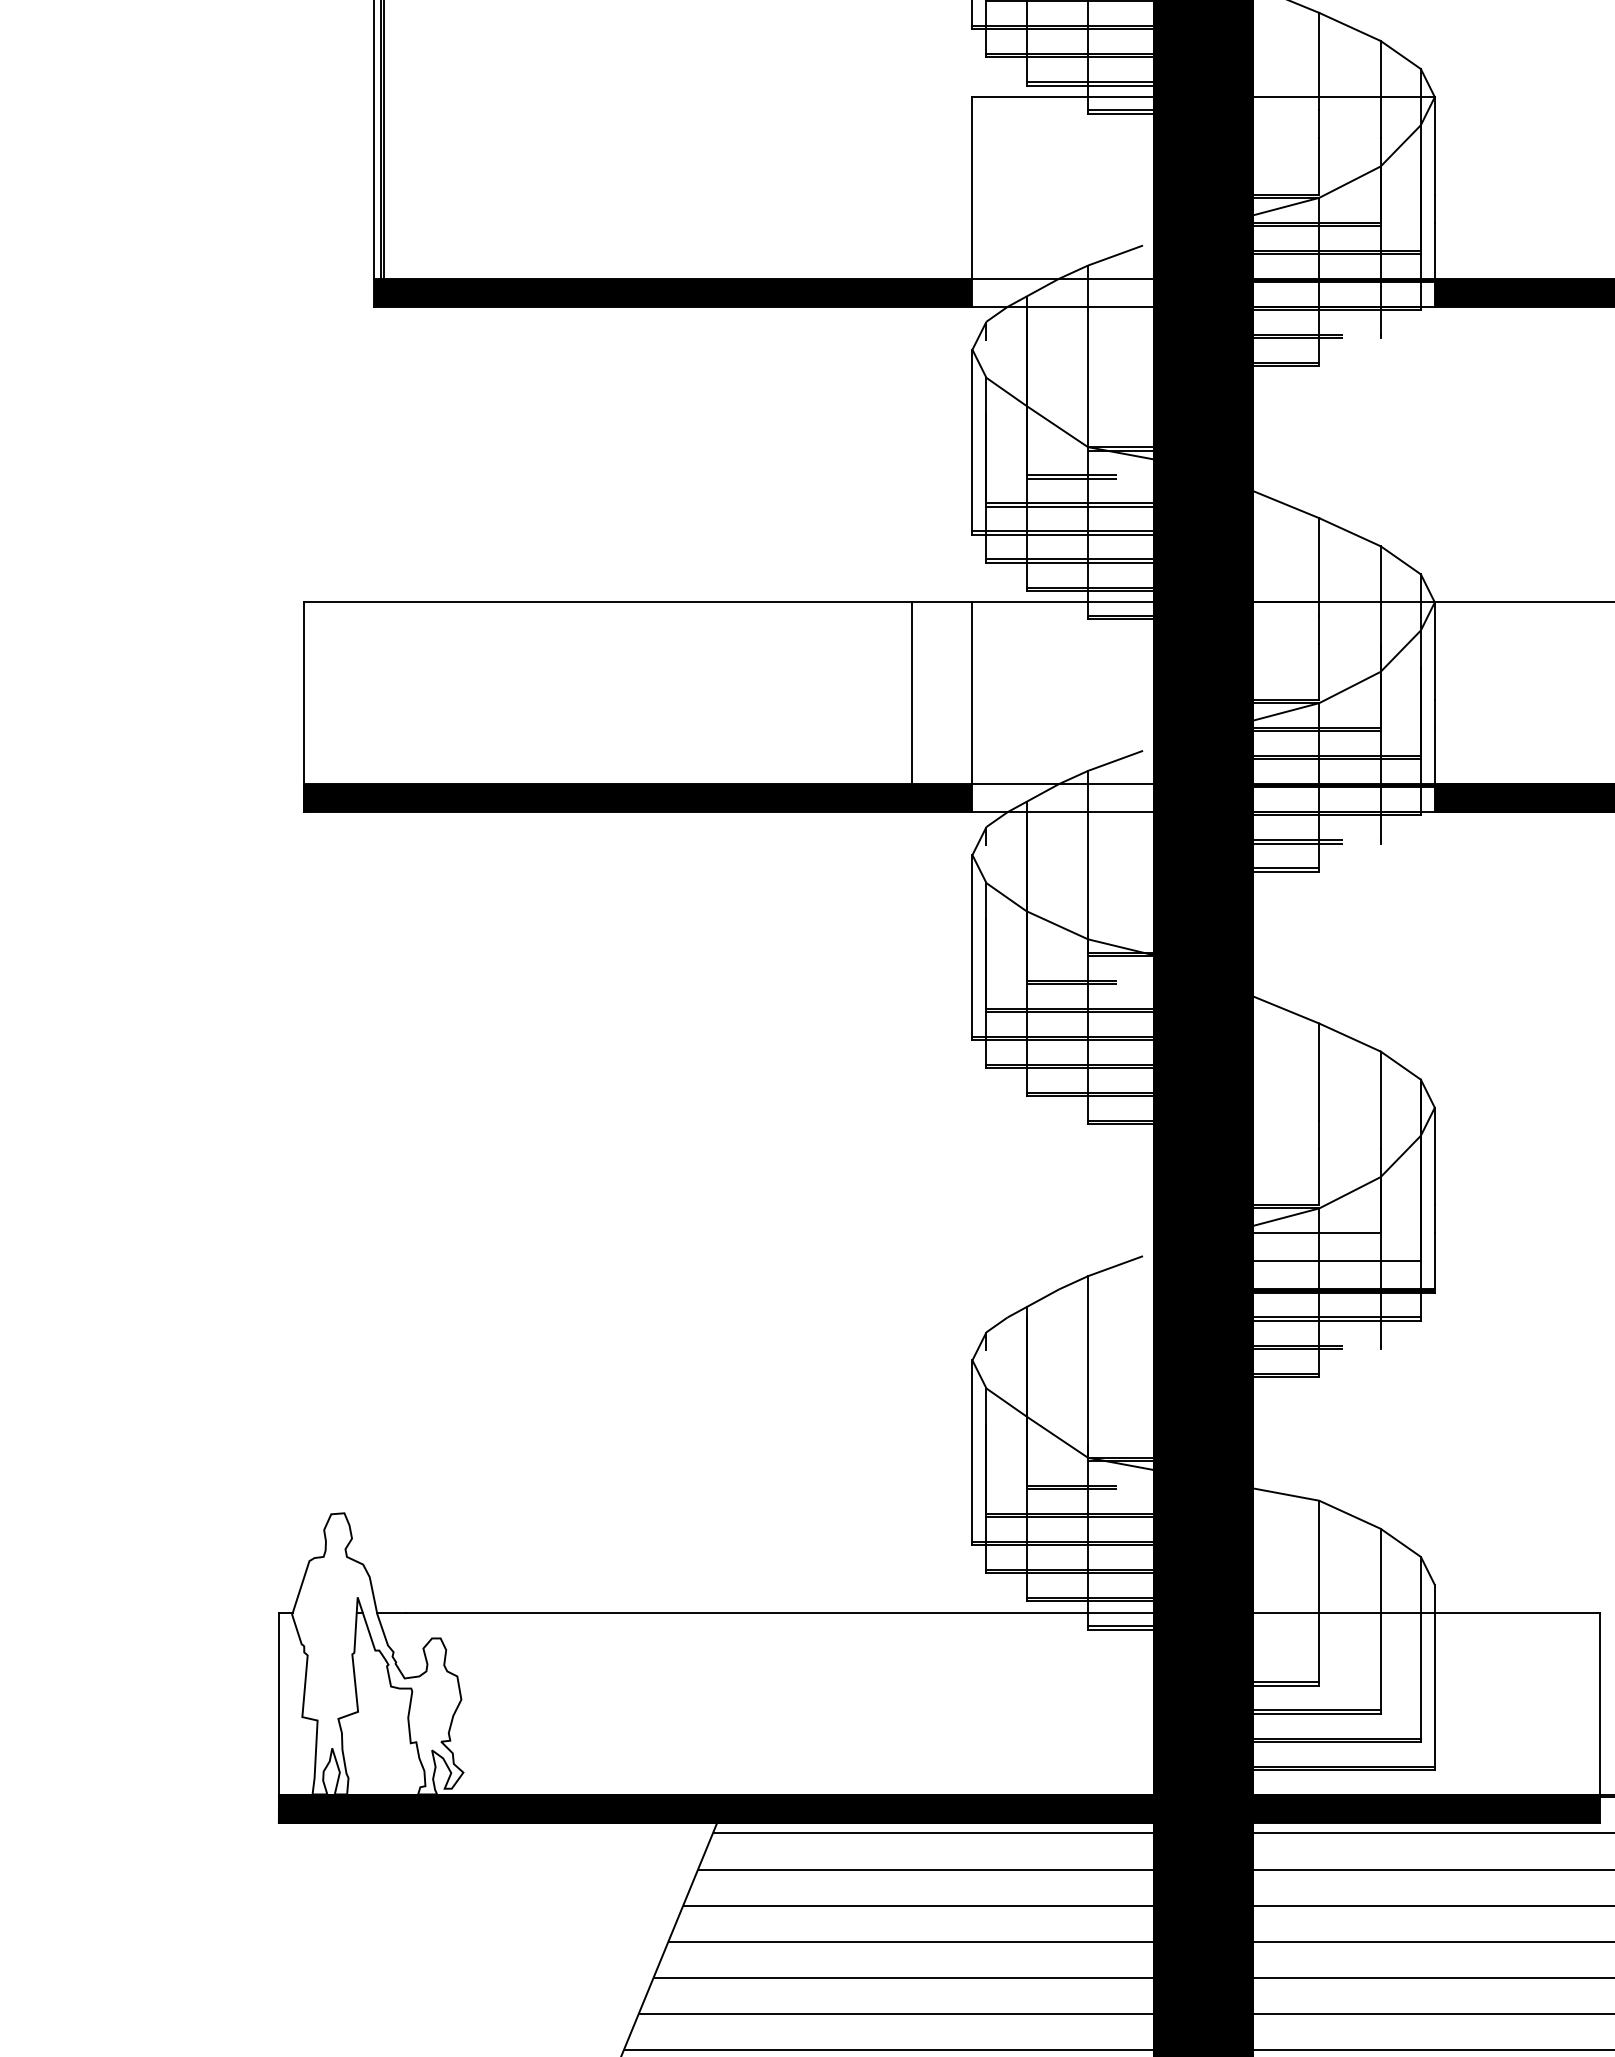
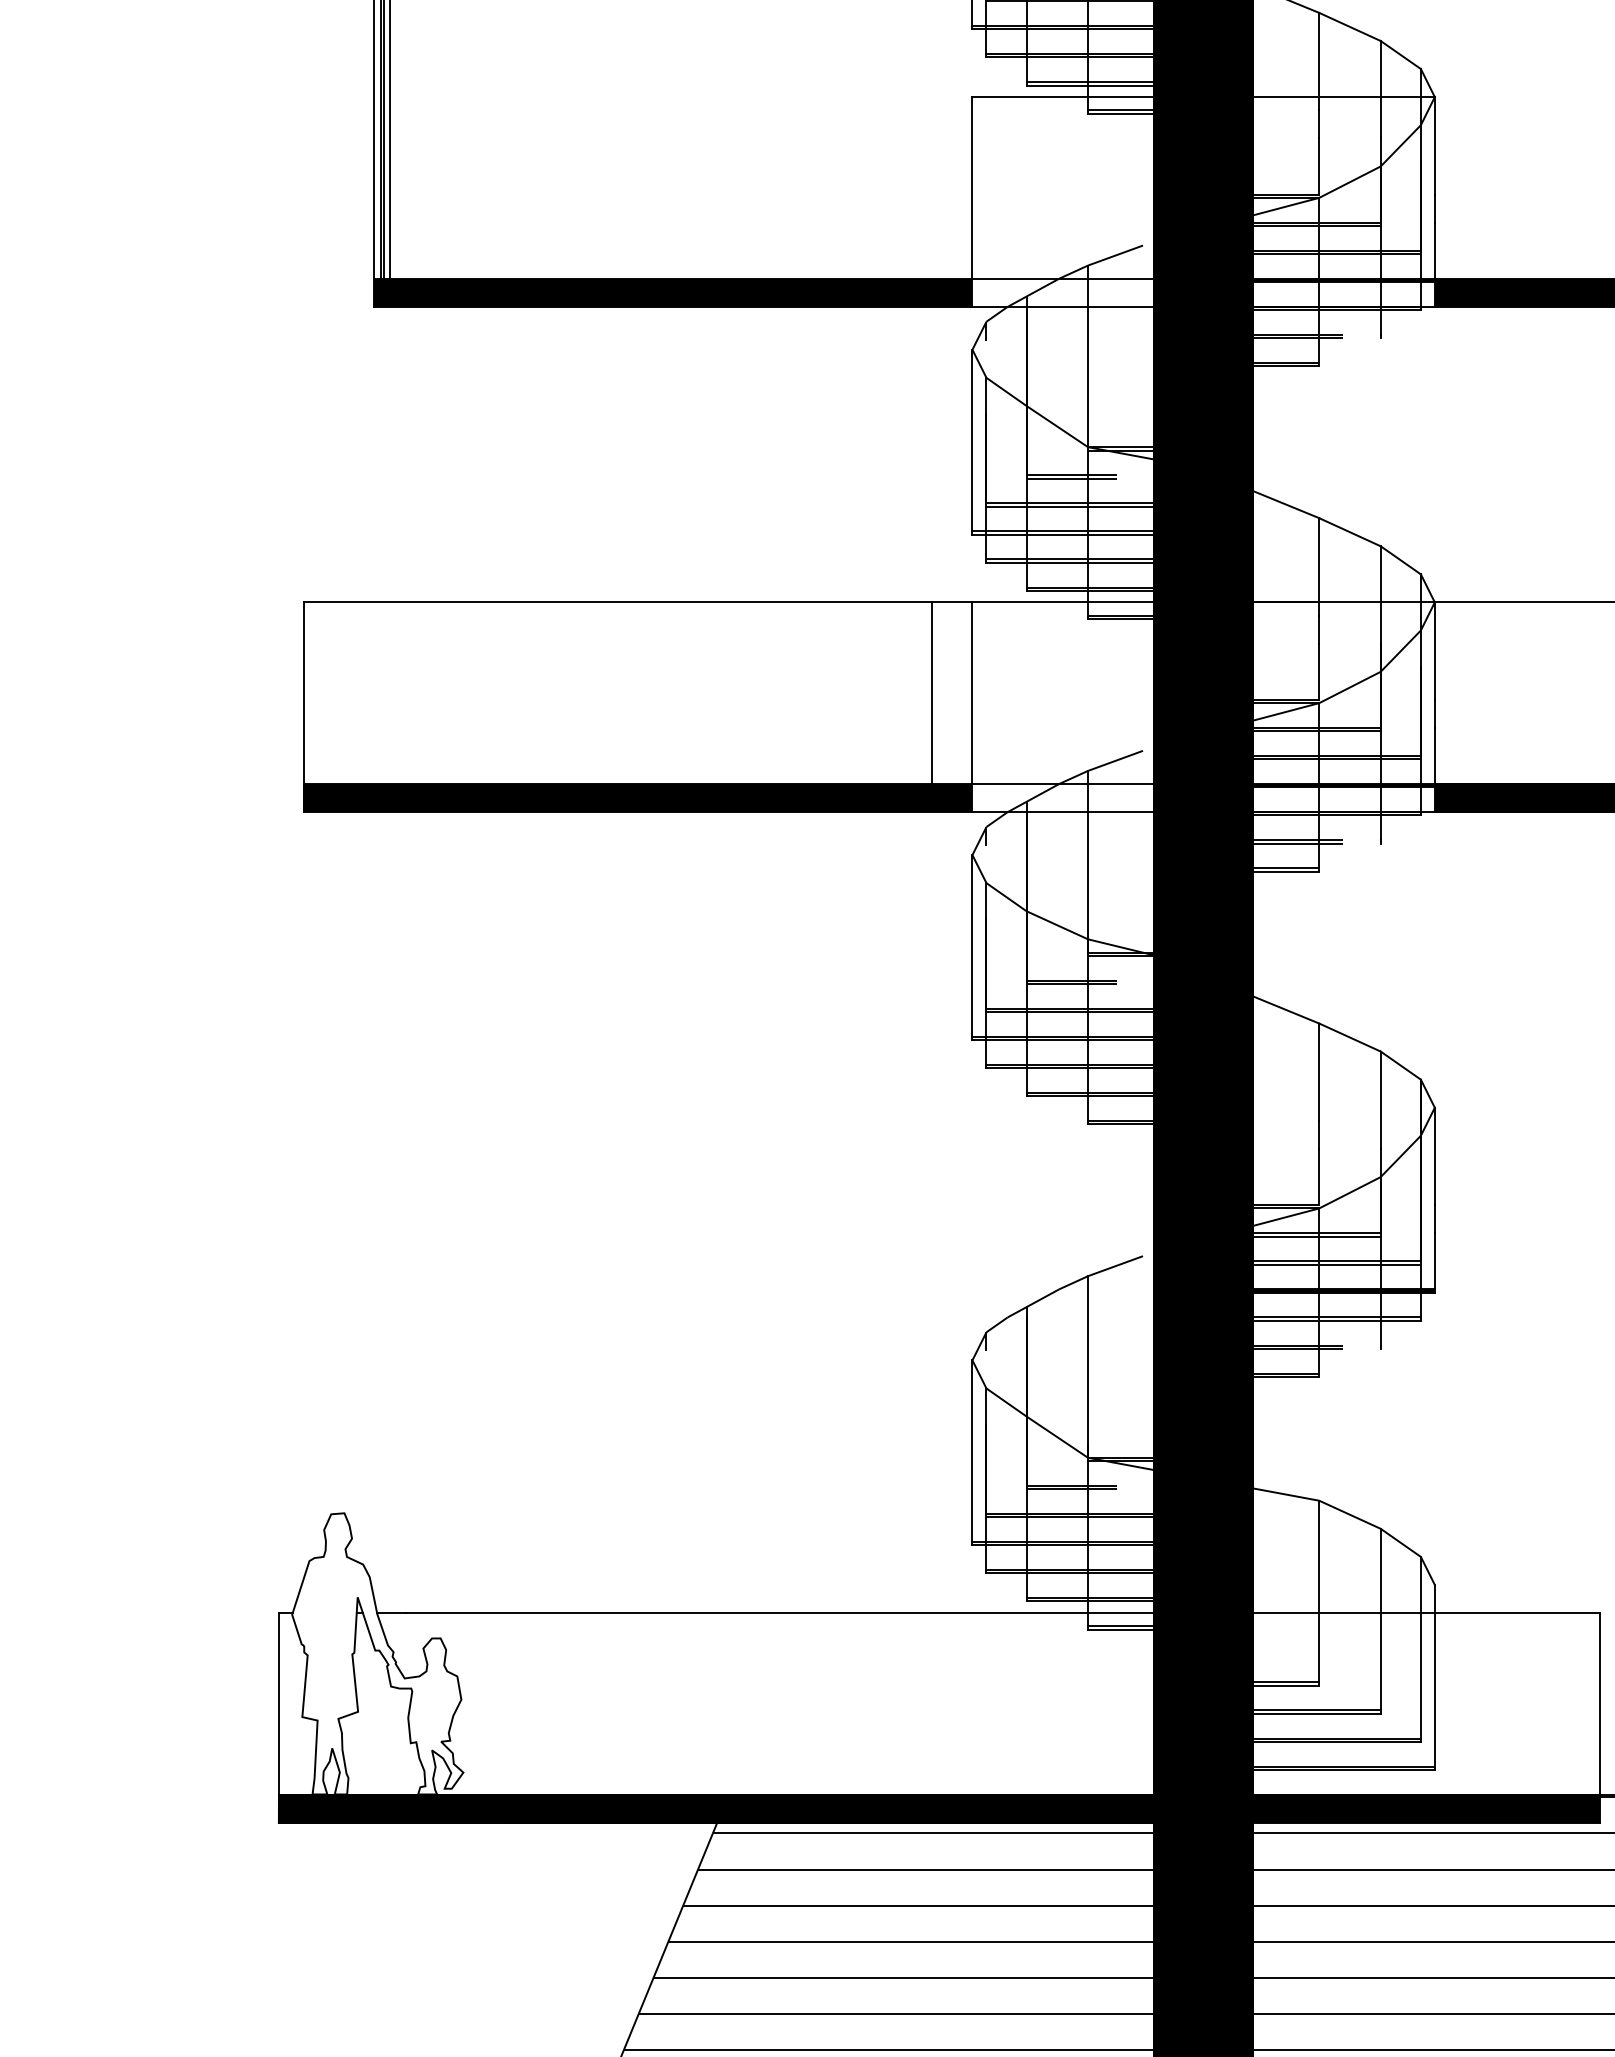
line at (390, 140): none -> present
line at (911, 693) position: (911, 693) -> (931, 693)
line at (1316, 1236): none -> present
line at (1336, 1264): none -> present
